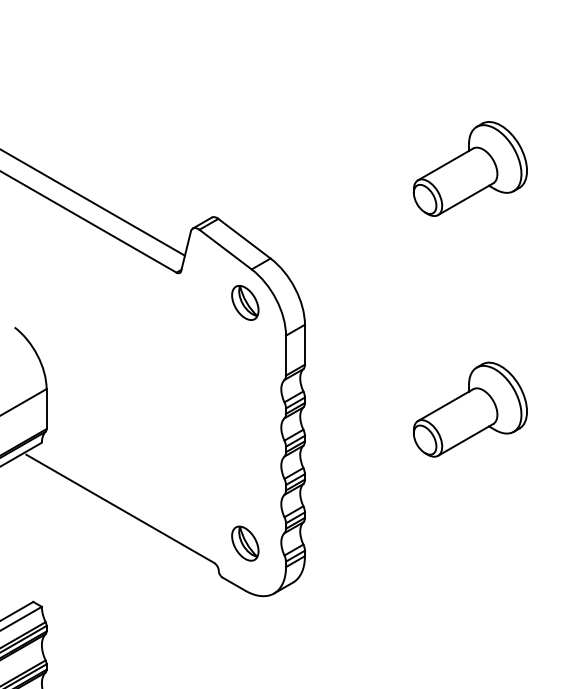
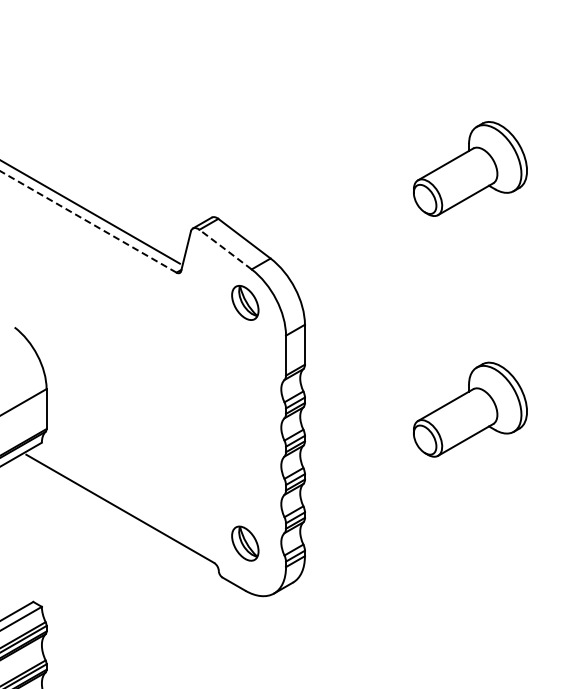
line at (93, 202) position: (93, 202) -> (90, 212)
line at (88, 221): solid -> dashed
line at (225, 249): solid -> dashed
